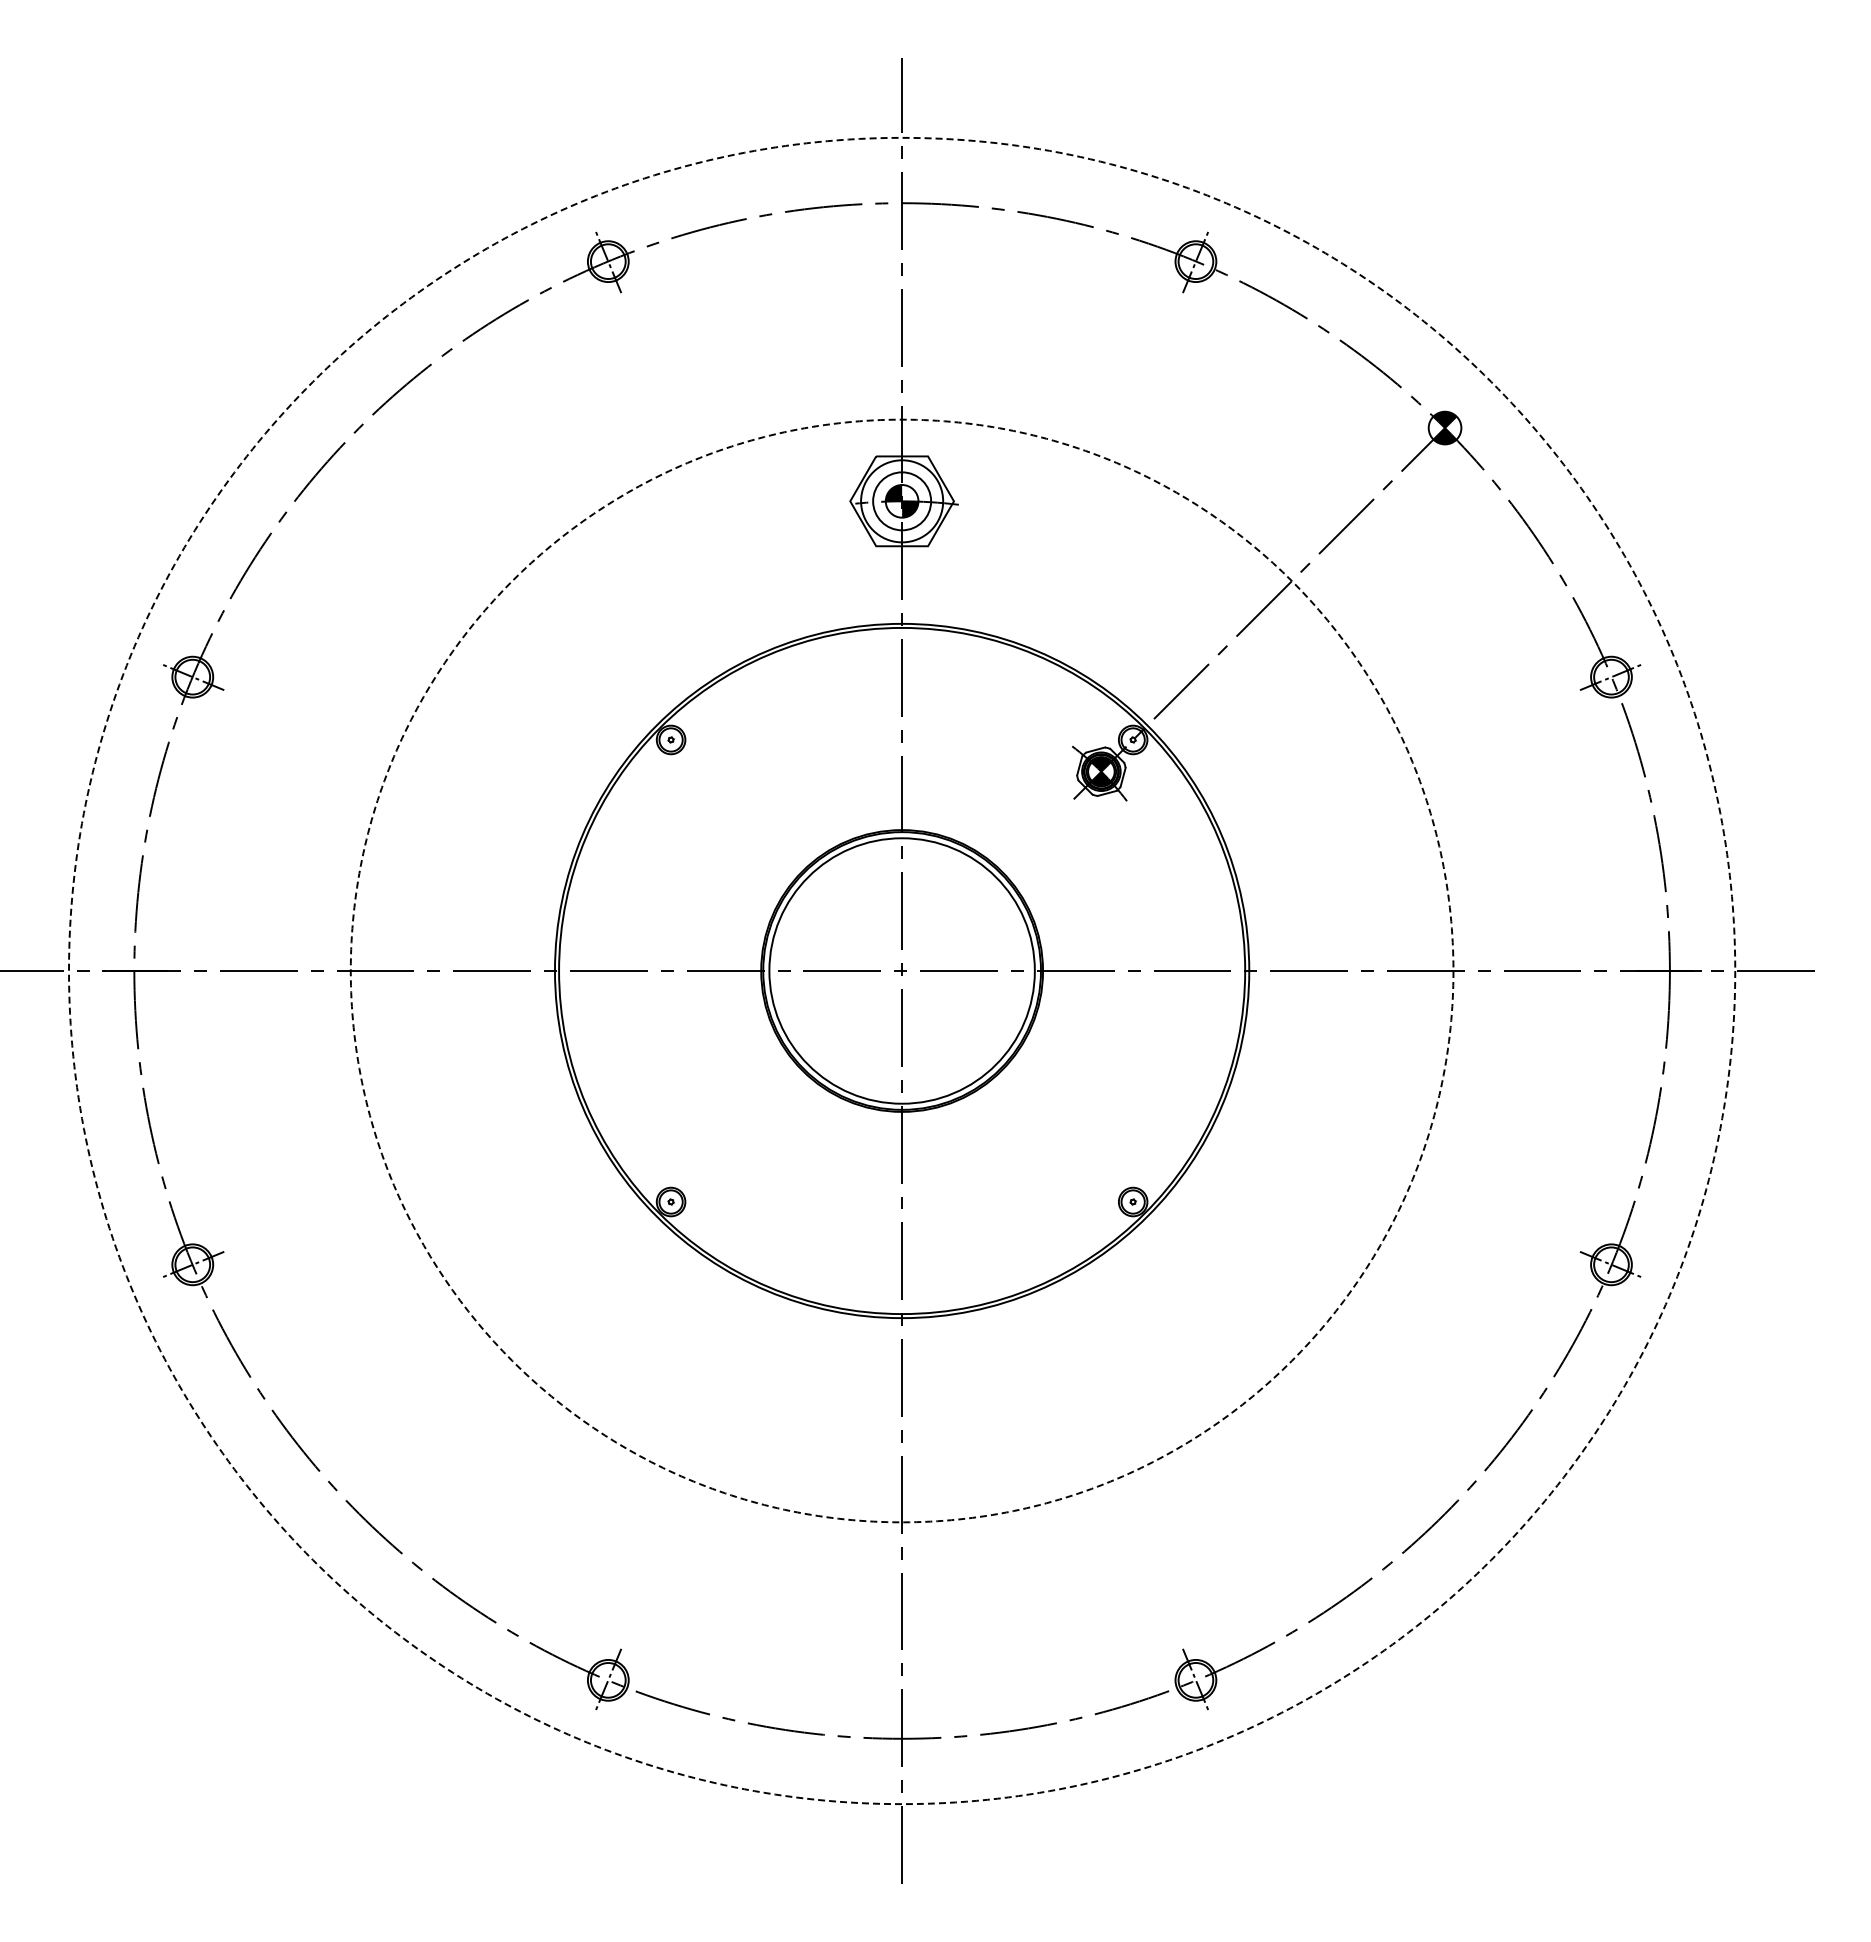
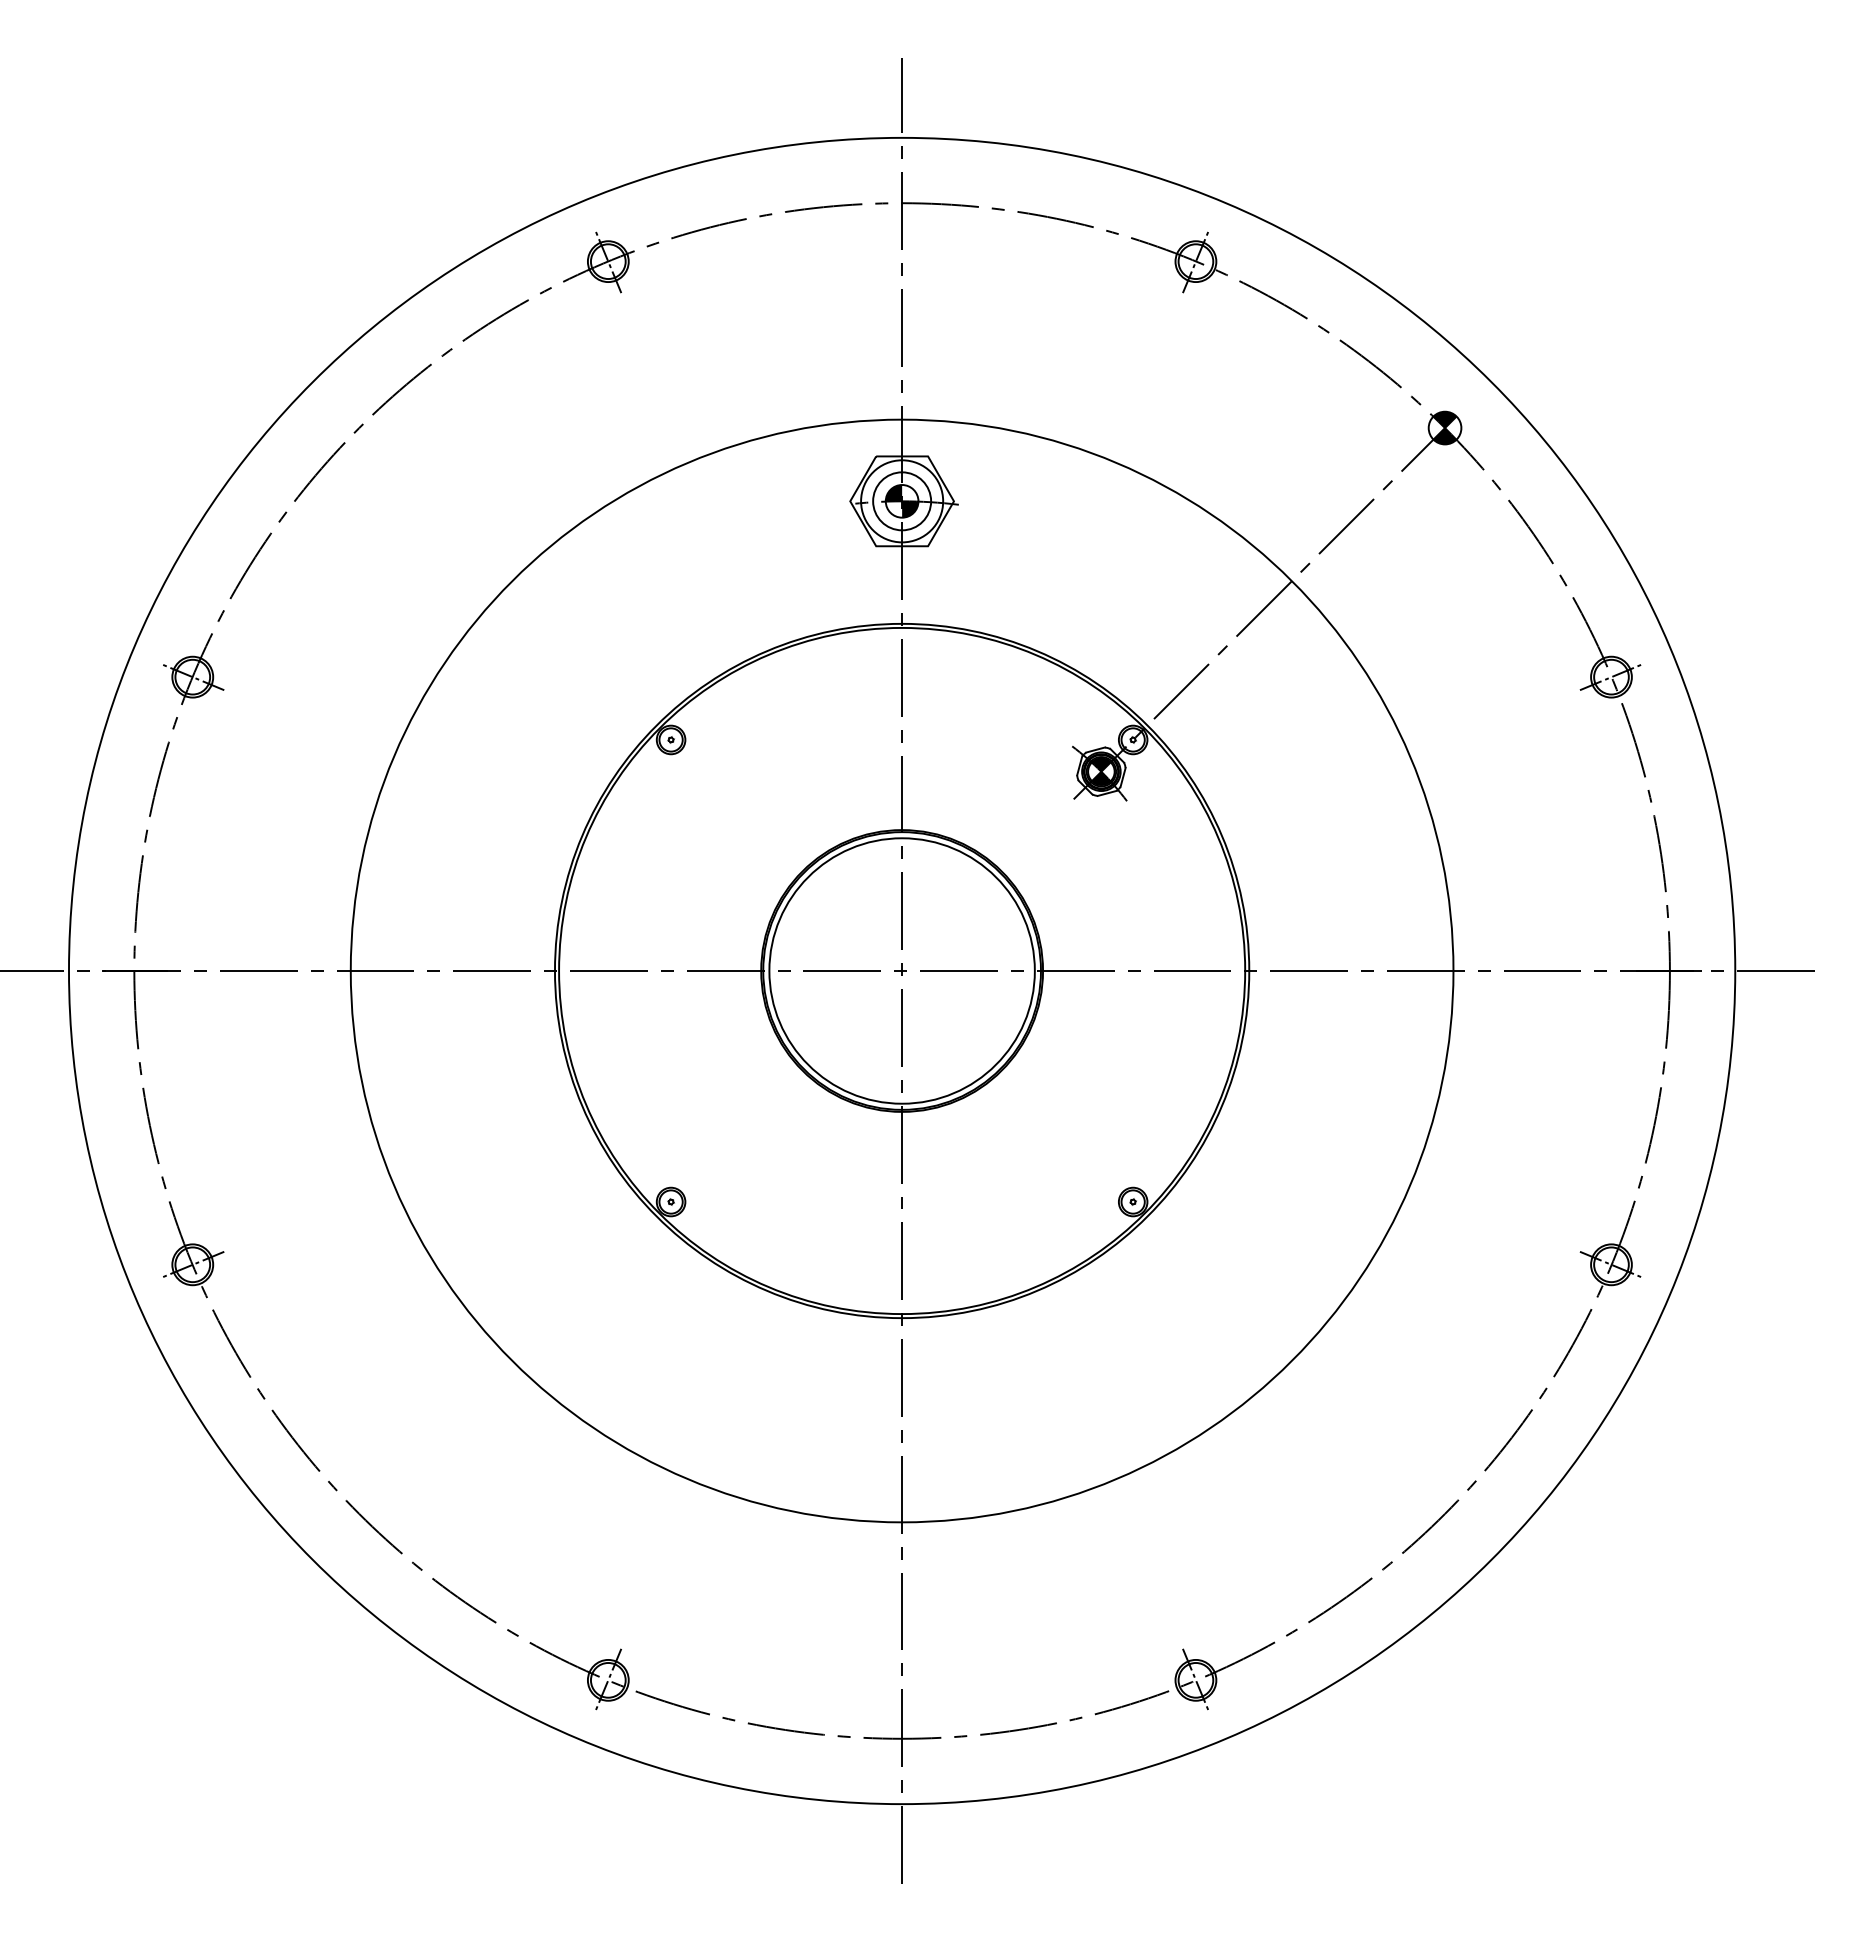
circle at (901, 970): dashed -> solid
circle at (902, 970): dashed -> solid
